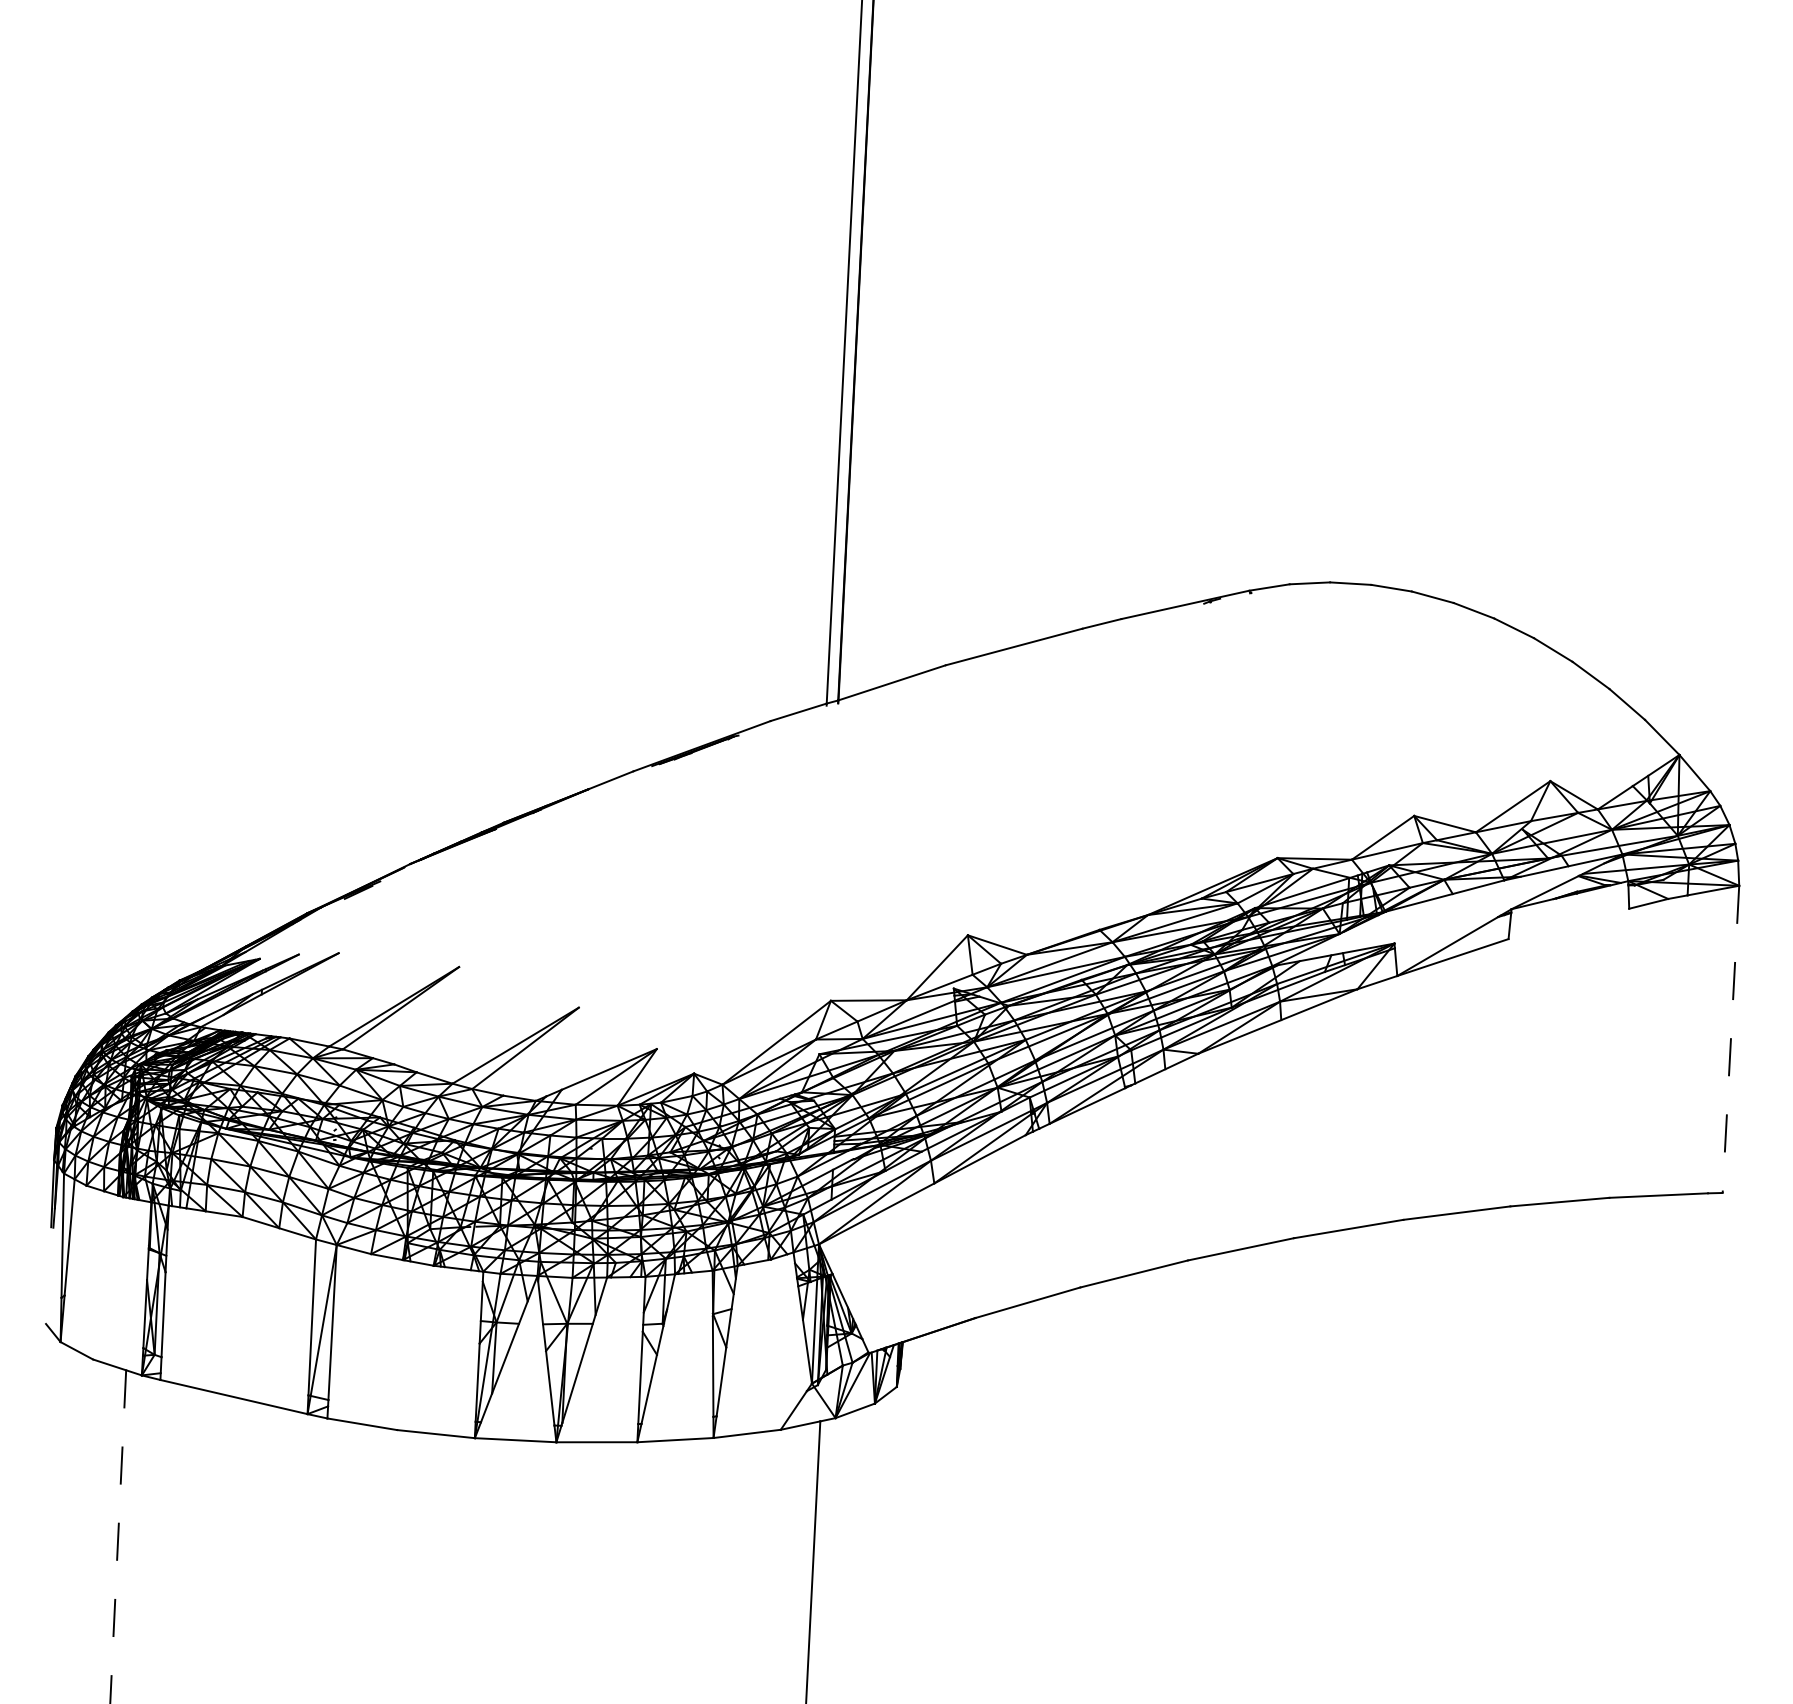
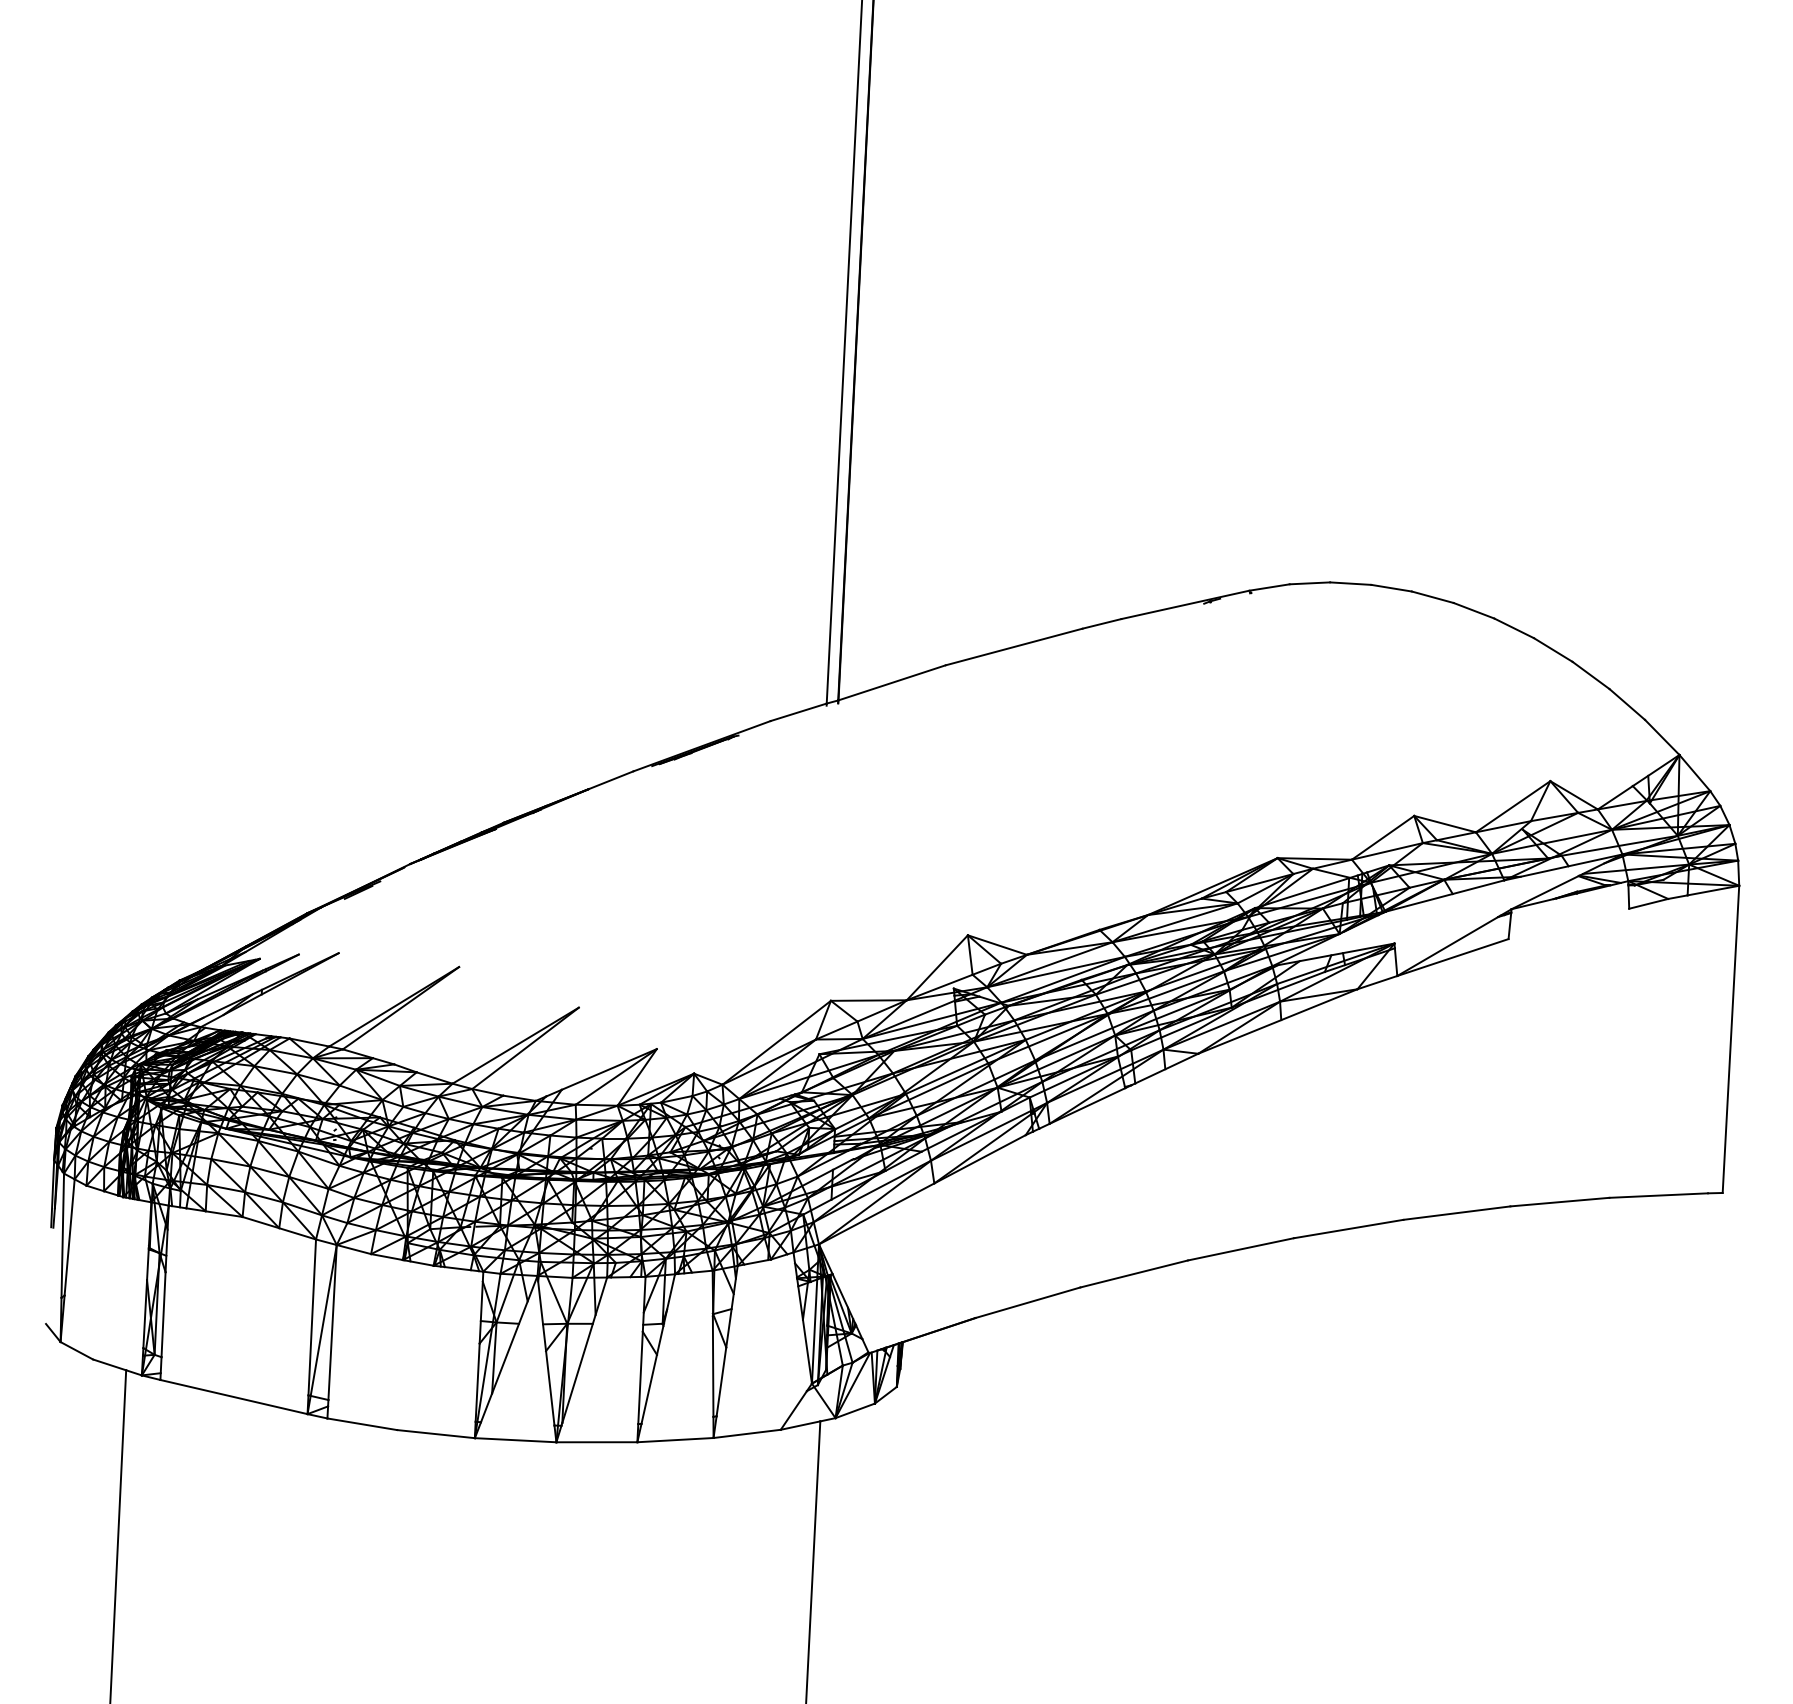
line at (1730, 1039): dashed -> solid
line at (118, 1537): dashed -> solid
